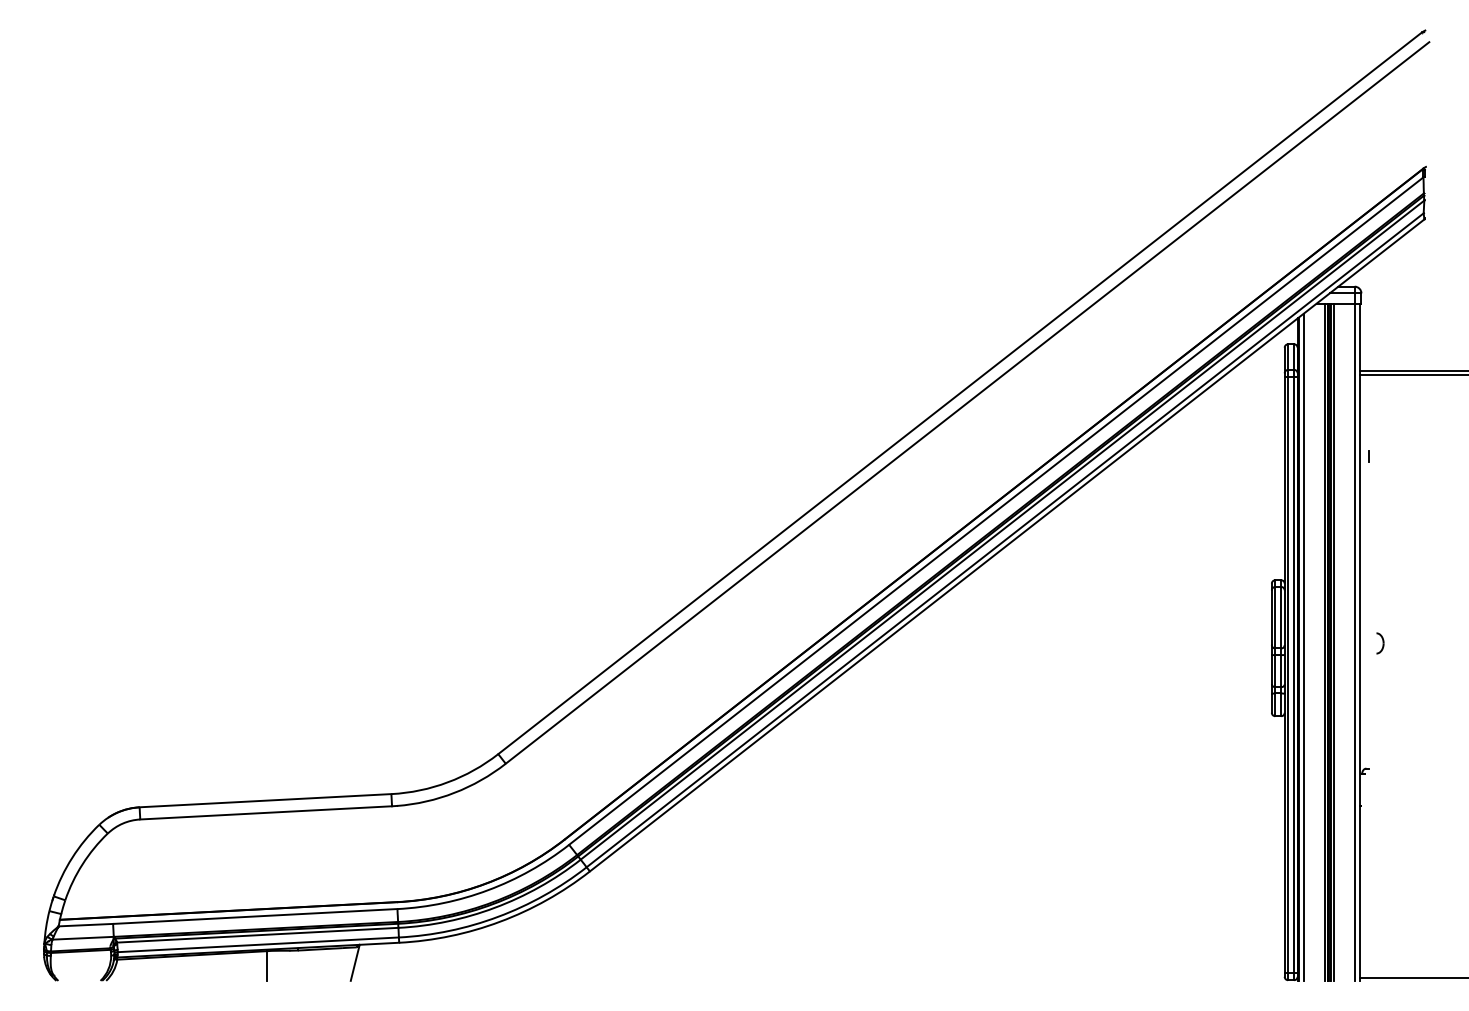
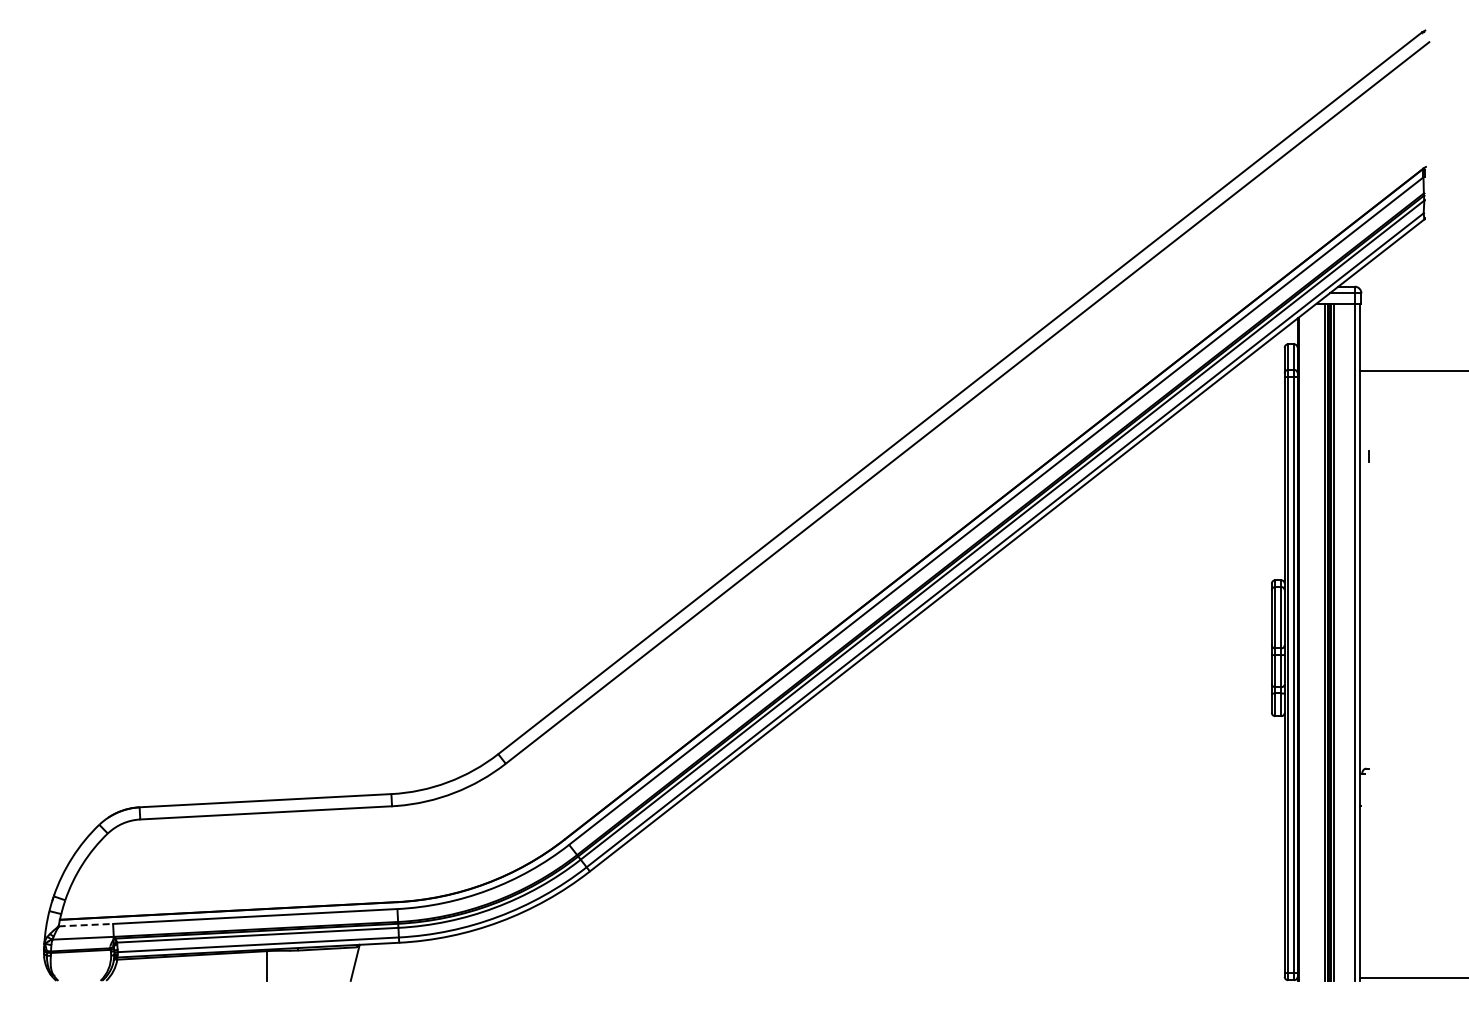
line at (1412, 374): present -> none
part at (1380, 643): present -> none
line at (1303, 646): present -> none
line at (86, 925): solid -> dashed
